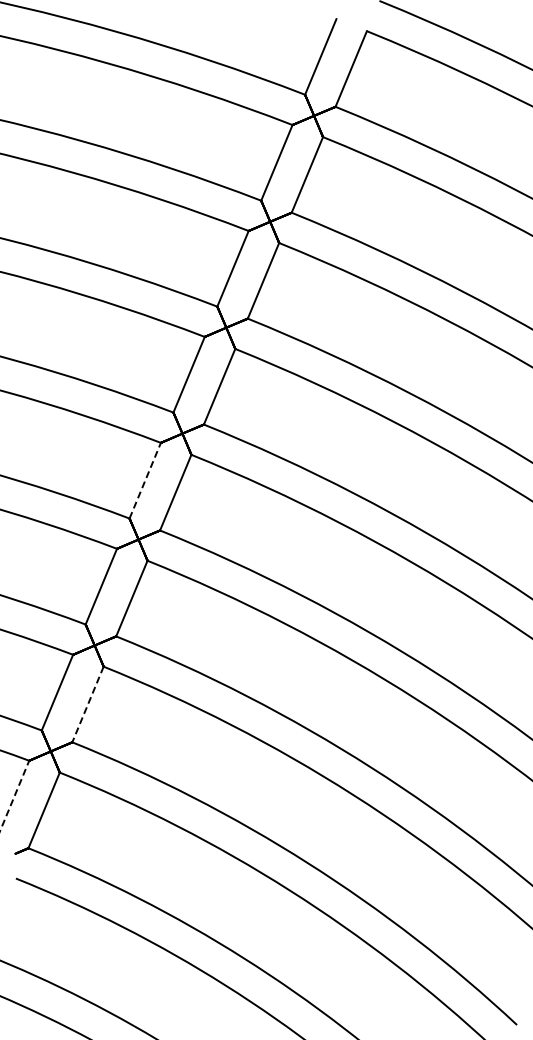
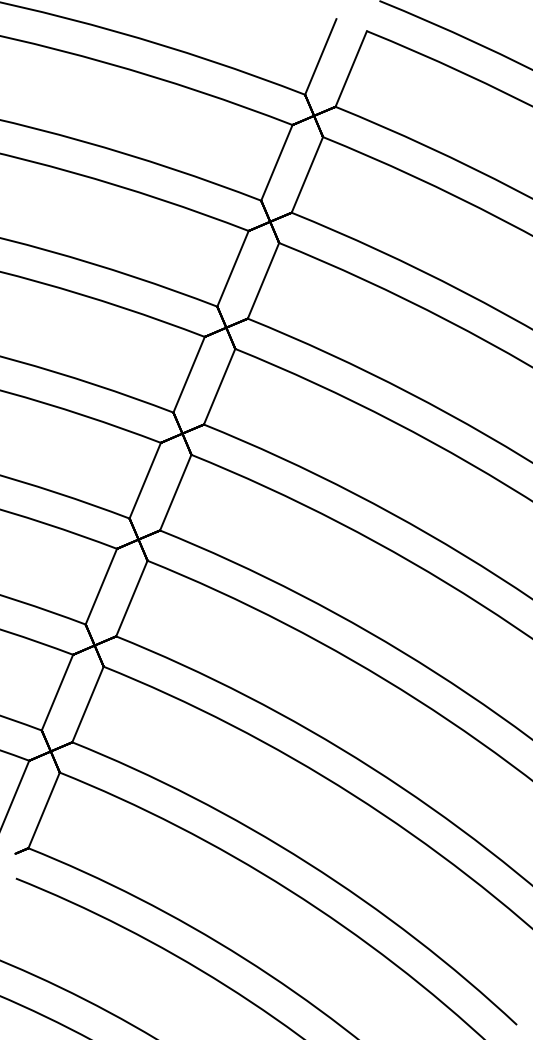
line at (145, 480): dashed -> solid
line at (88, 704): dashed -> solid
line at (14, 795): dashed -> solid
